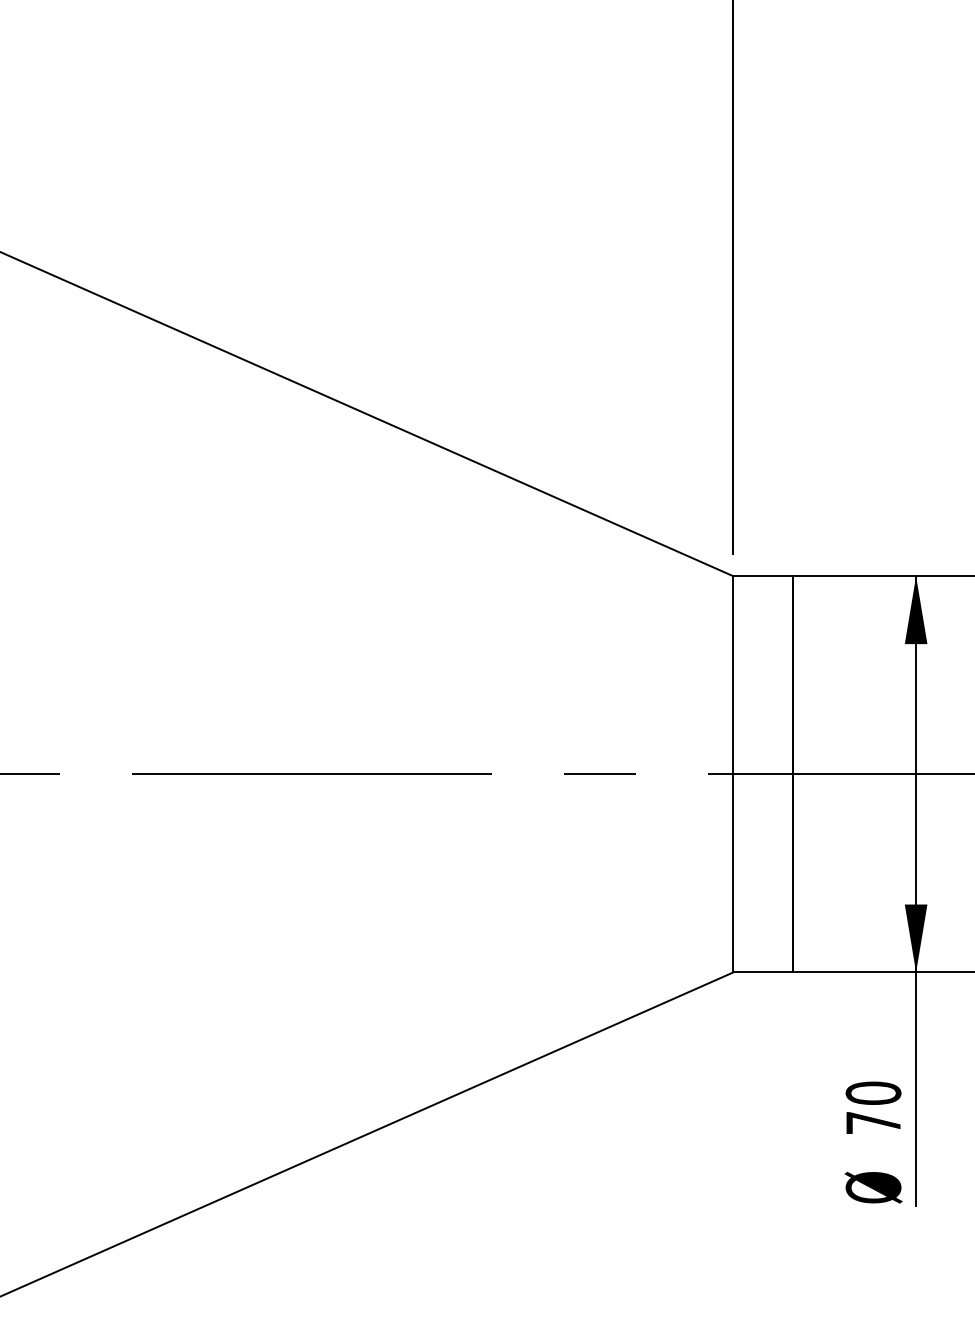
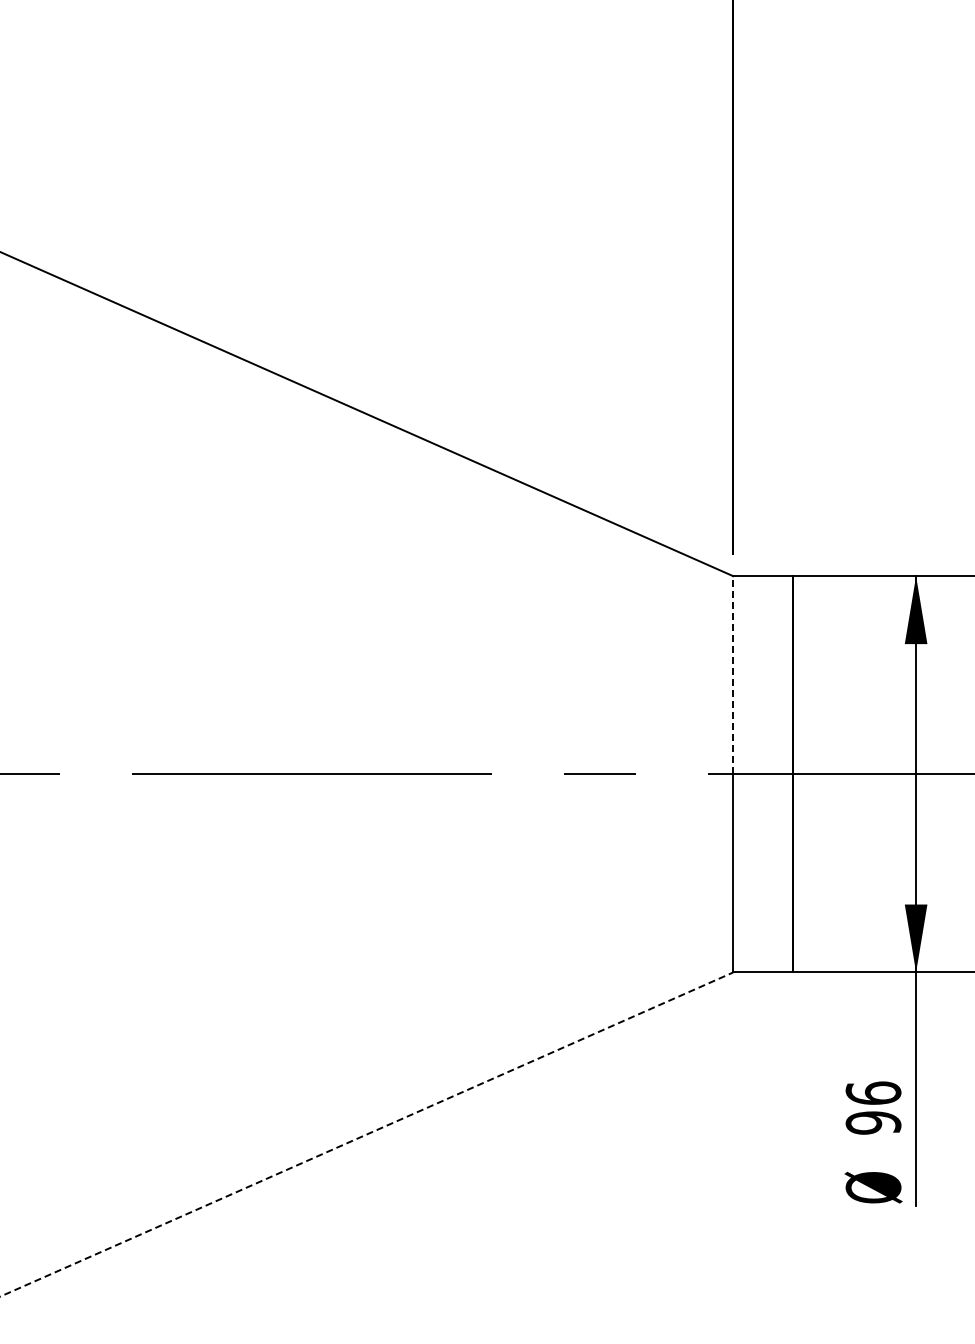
line at (733, 674): solid -> dashed
text at (873, 1107): 70 -> 96
line at (367, 1134): solid -> dashed
